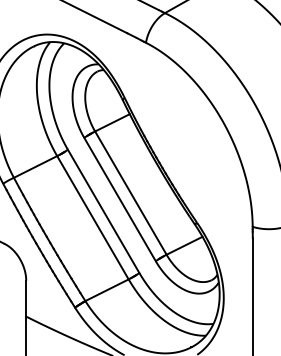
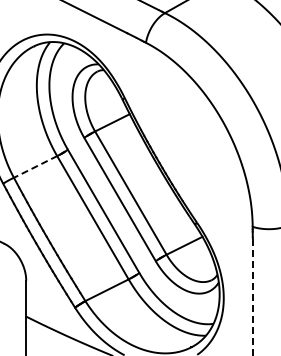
line at (35, 167): solid -> dashed
line at (252, 297): solid -> dashed
